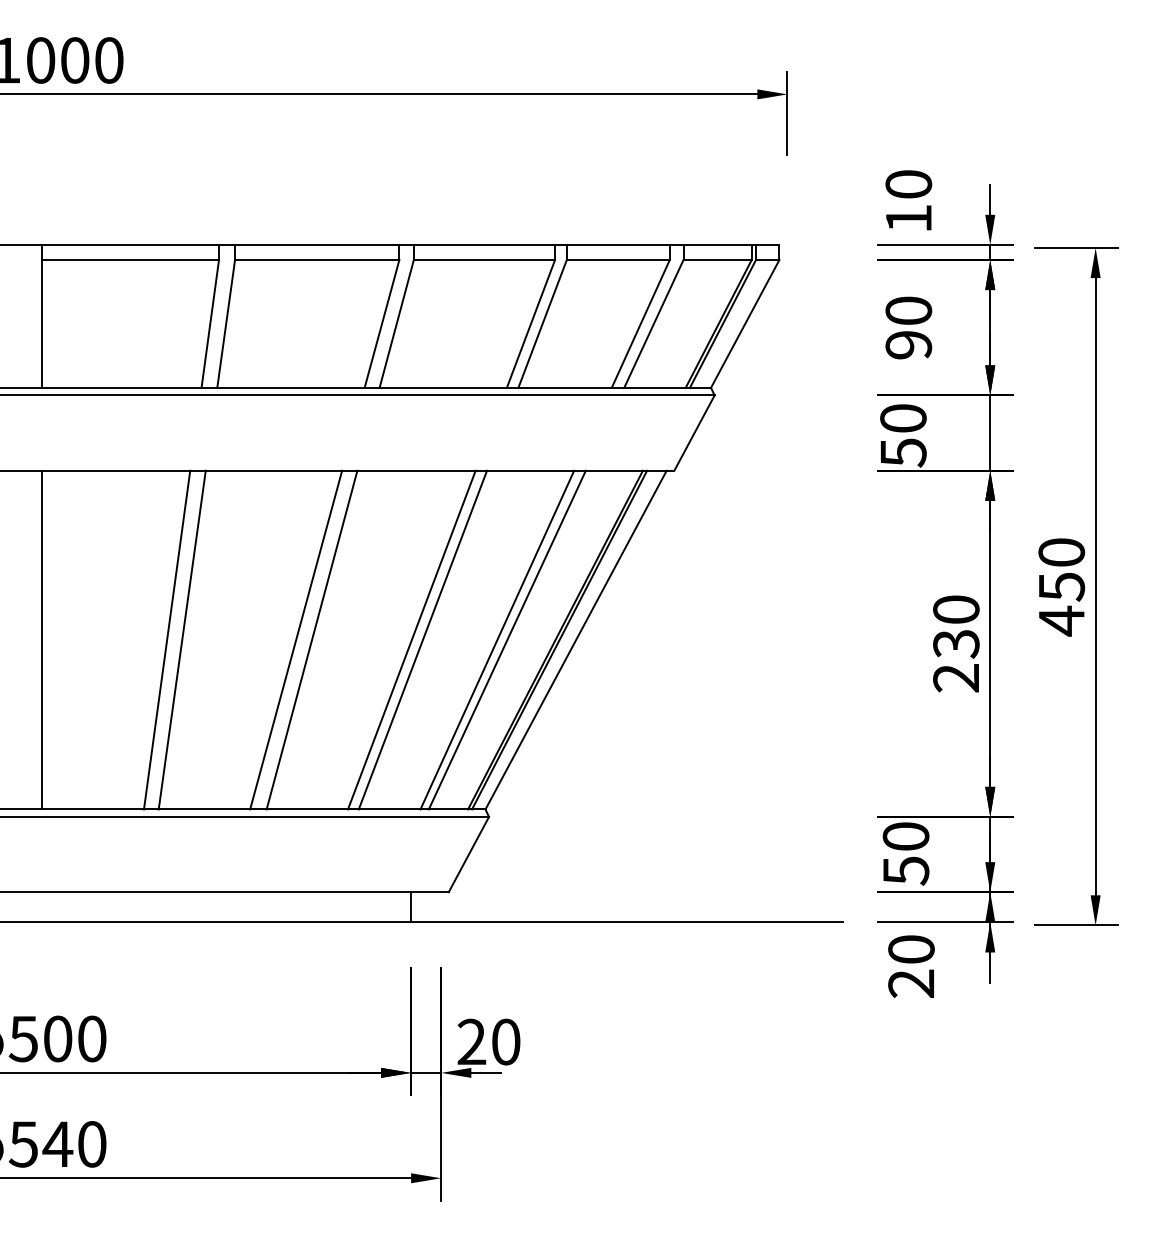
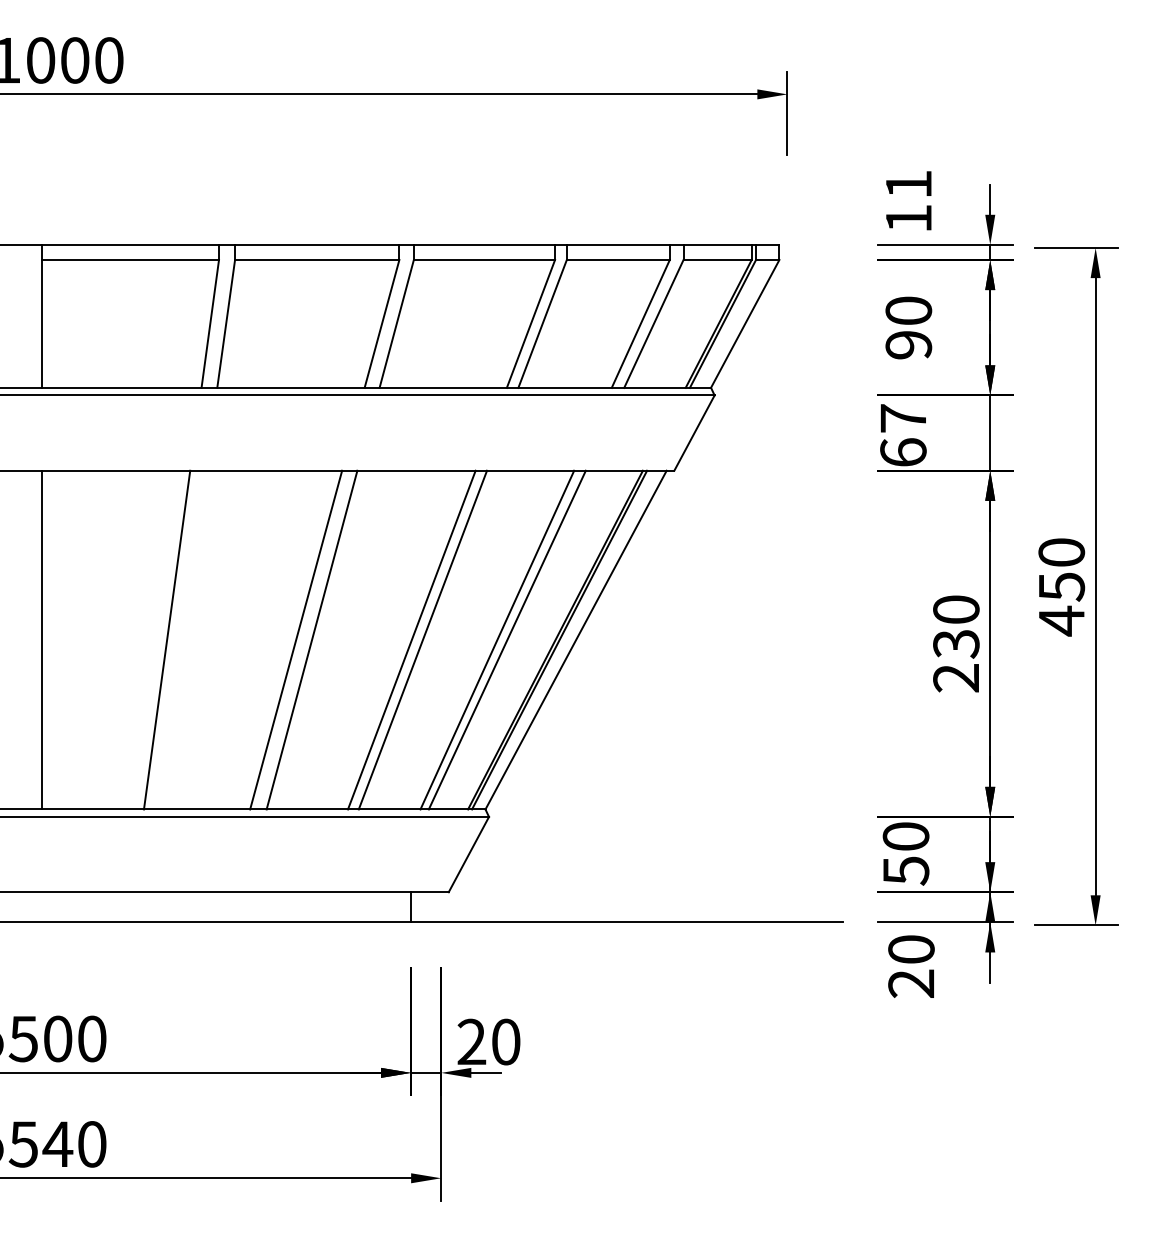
text at (908, 184): 10 -> 11
text at (903, 435): 50 -> 67
line at (181, 639): present -> none
